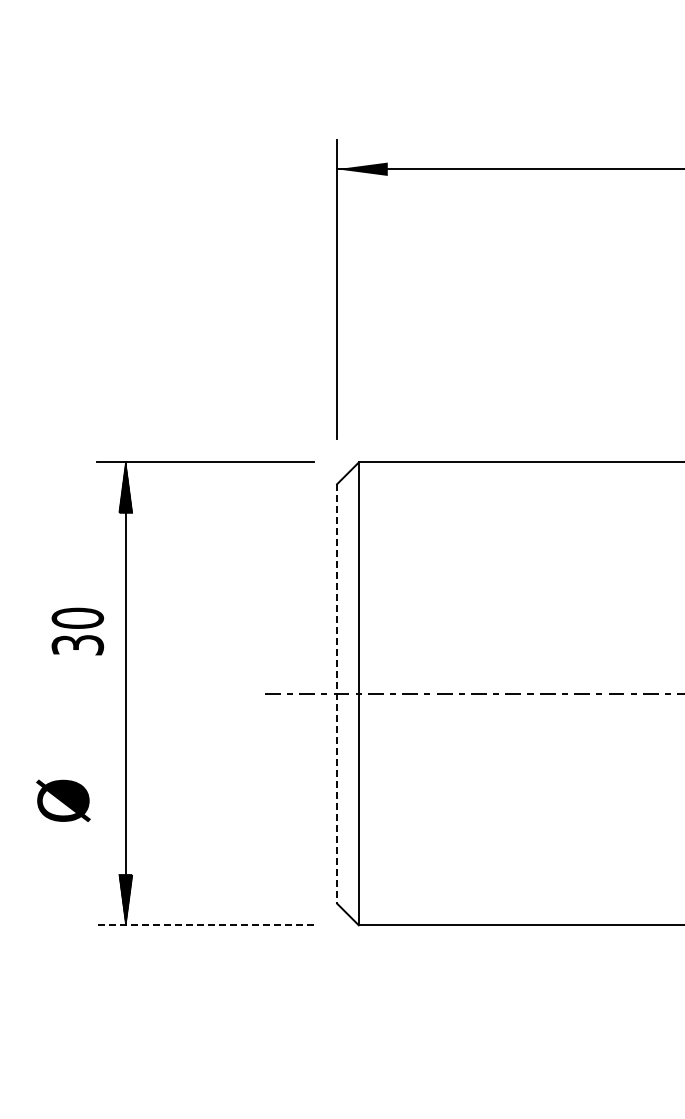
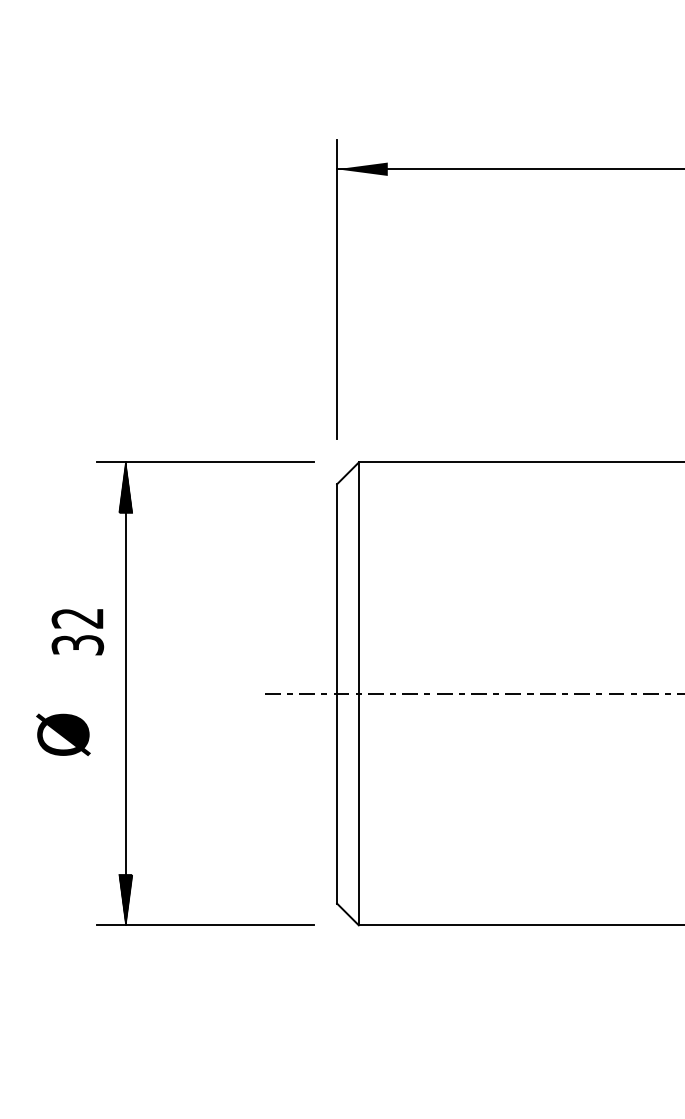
text at (77, 617): 30 -> 32
line at (337, 693): dashed -> solid
text at (63, 800) position: (63, 800) -> (63, 734)
line at (205, 925): dashed -> solid
